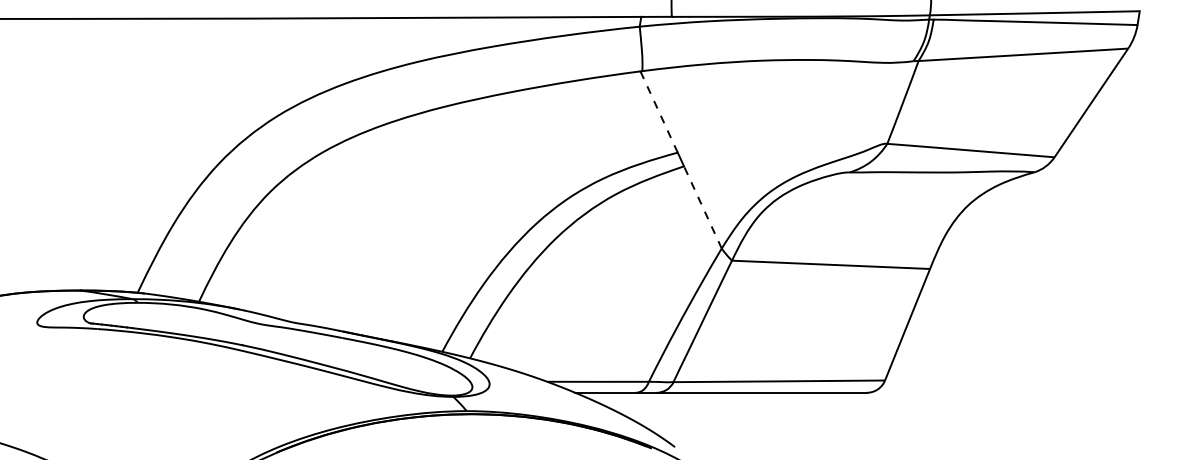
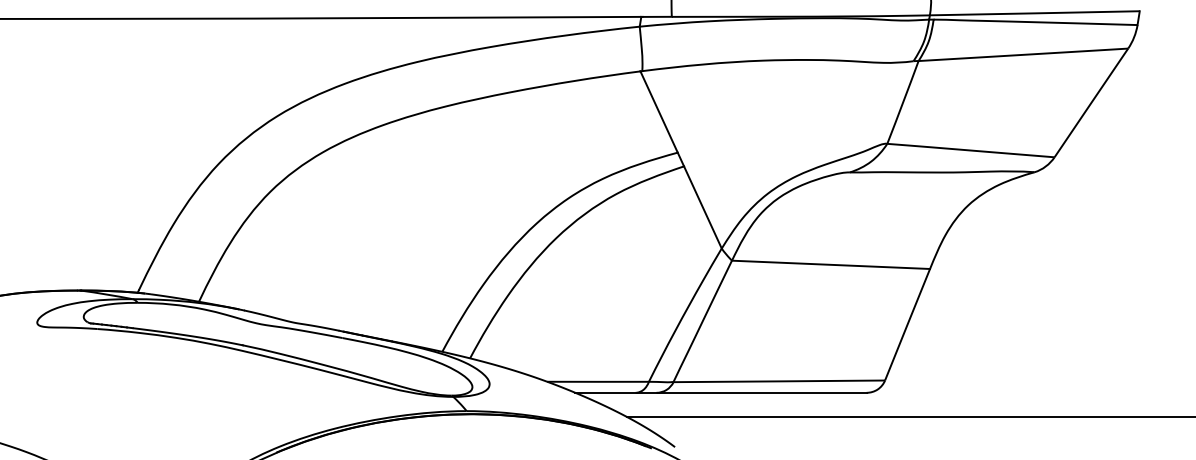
line at (659, 112): dashed -> solid
line at (702, 207): dashed -> solid
line at (909, 417): none -> present
